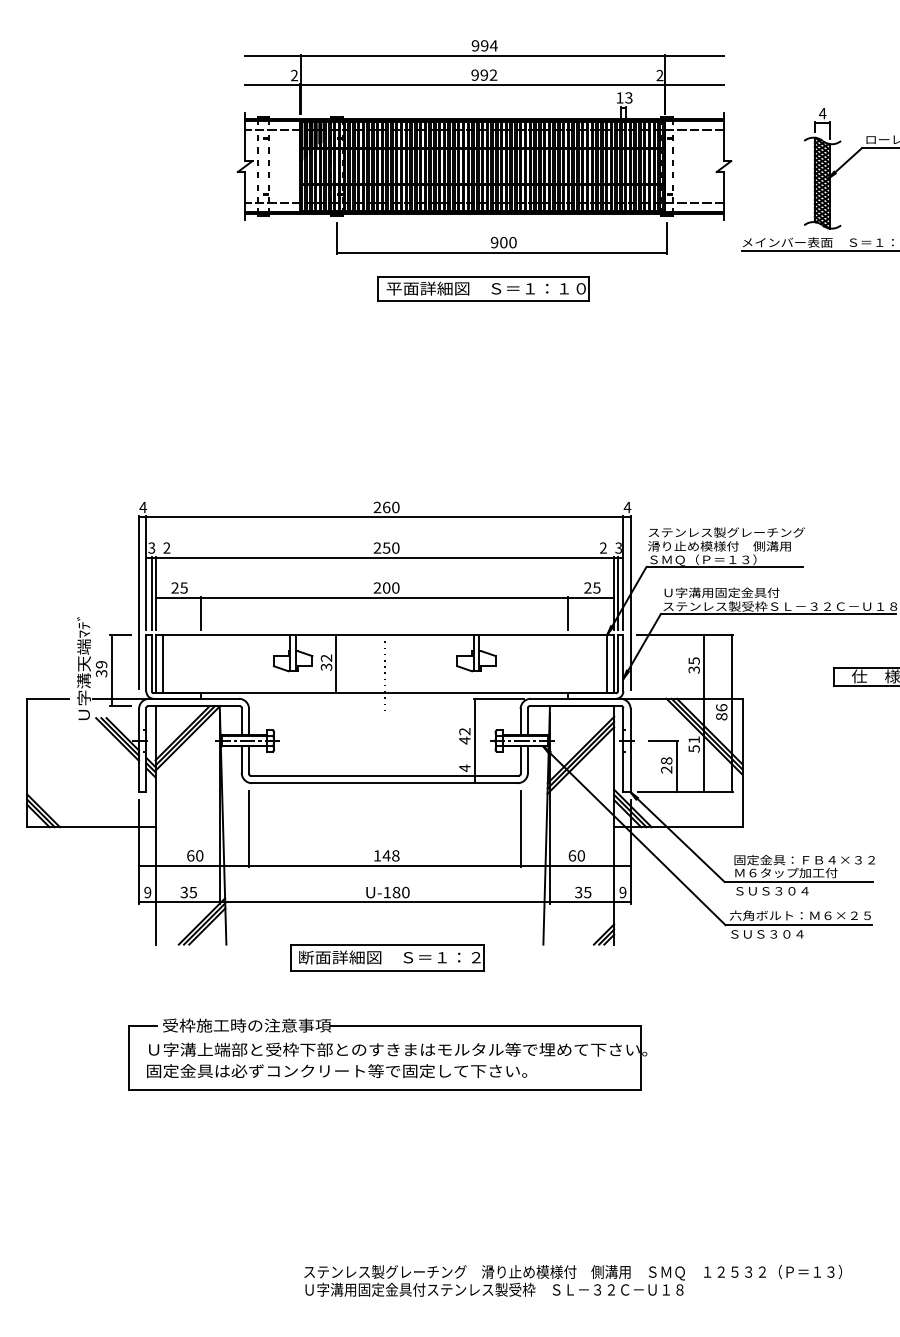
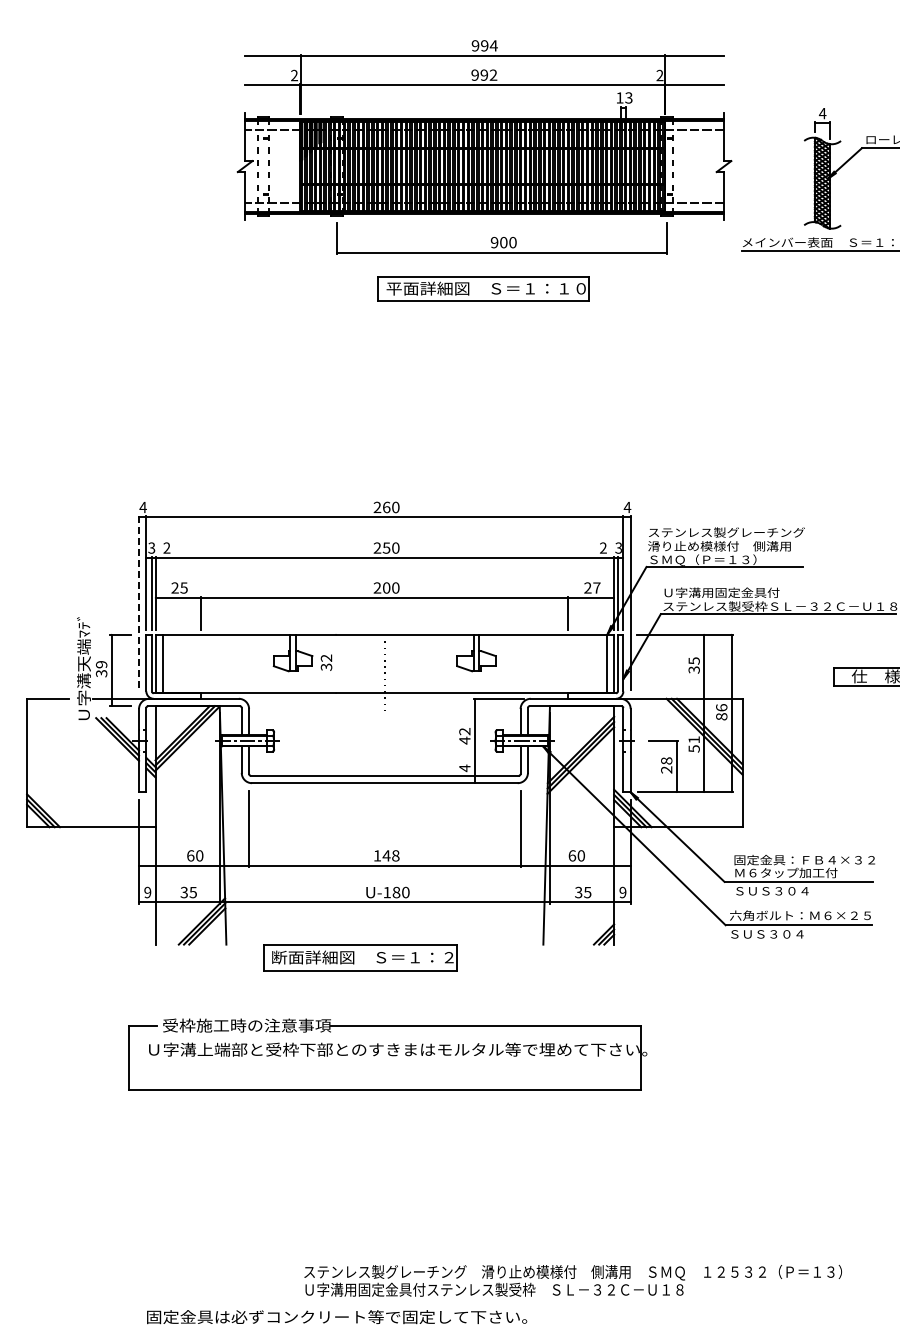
text at (596, 587): 25 -> 27
line at (139, 603): solid -> dashed
line at (336, 663): present -> none
part at (387, 957) position: (387, 957) -> (360, 957)
text at (337, 1071) position: (337, 1071) -> (337, 1317)
